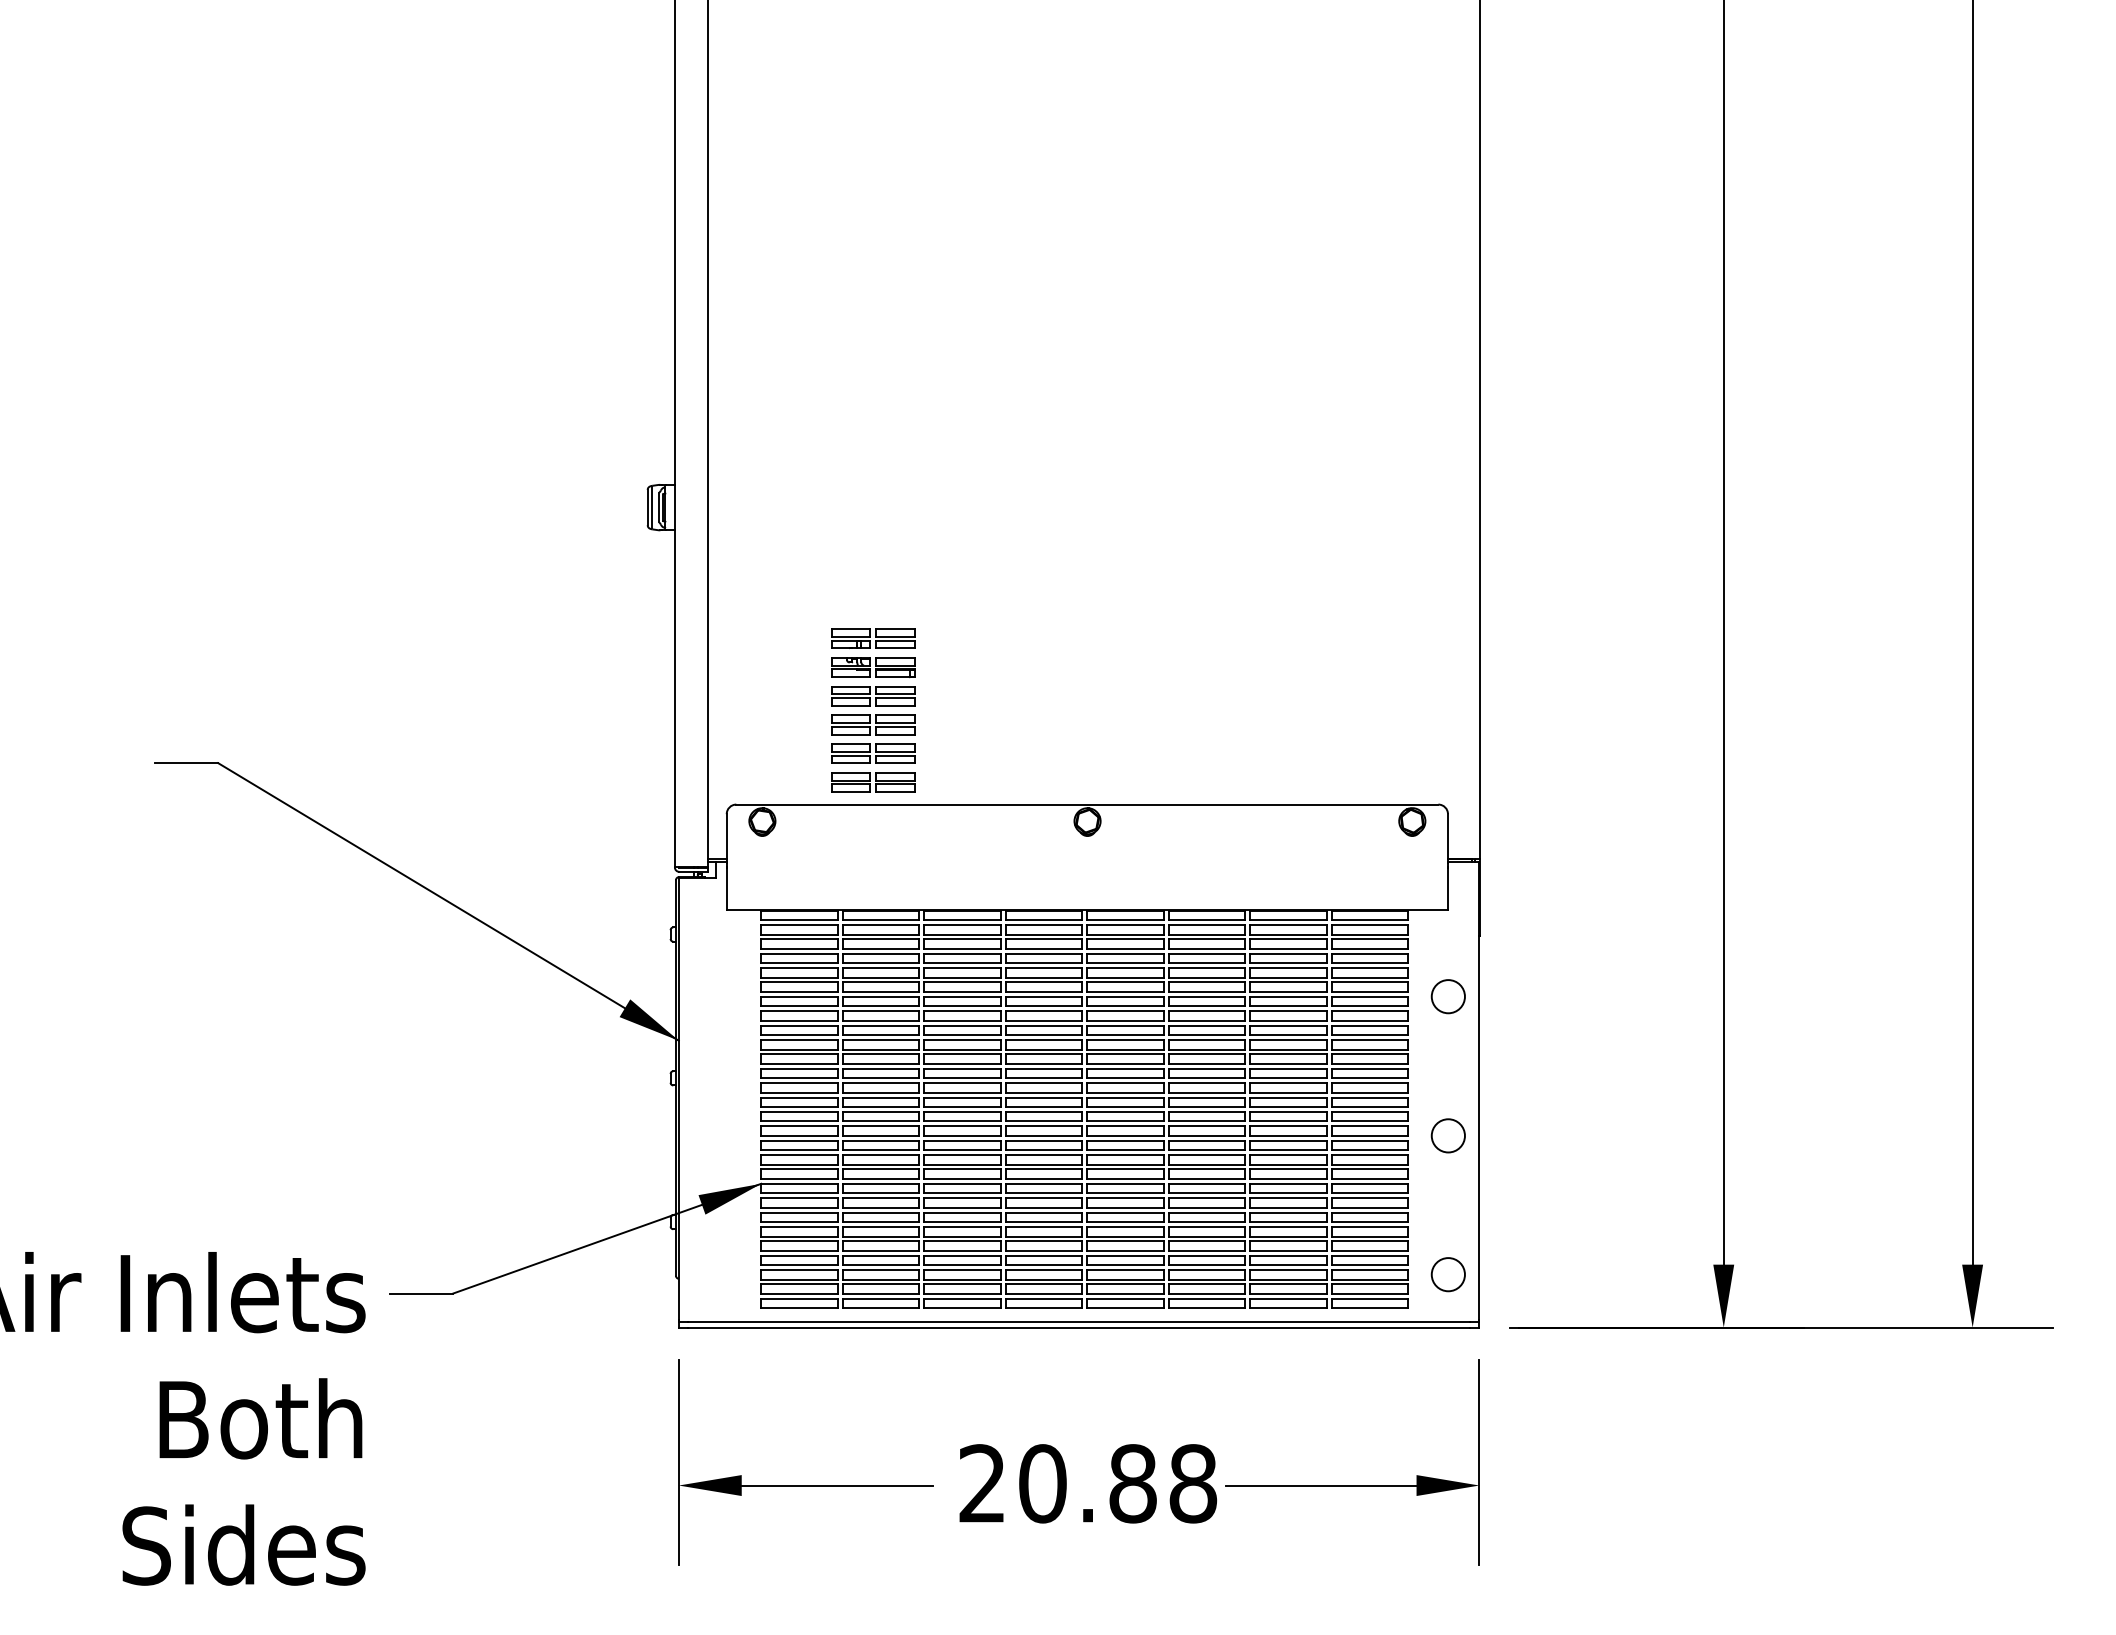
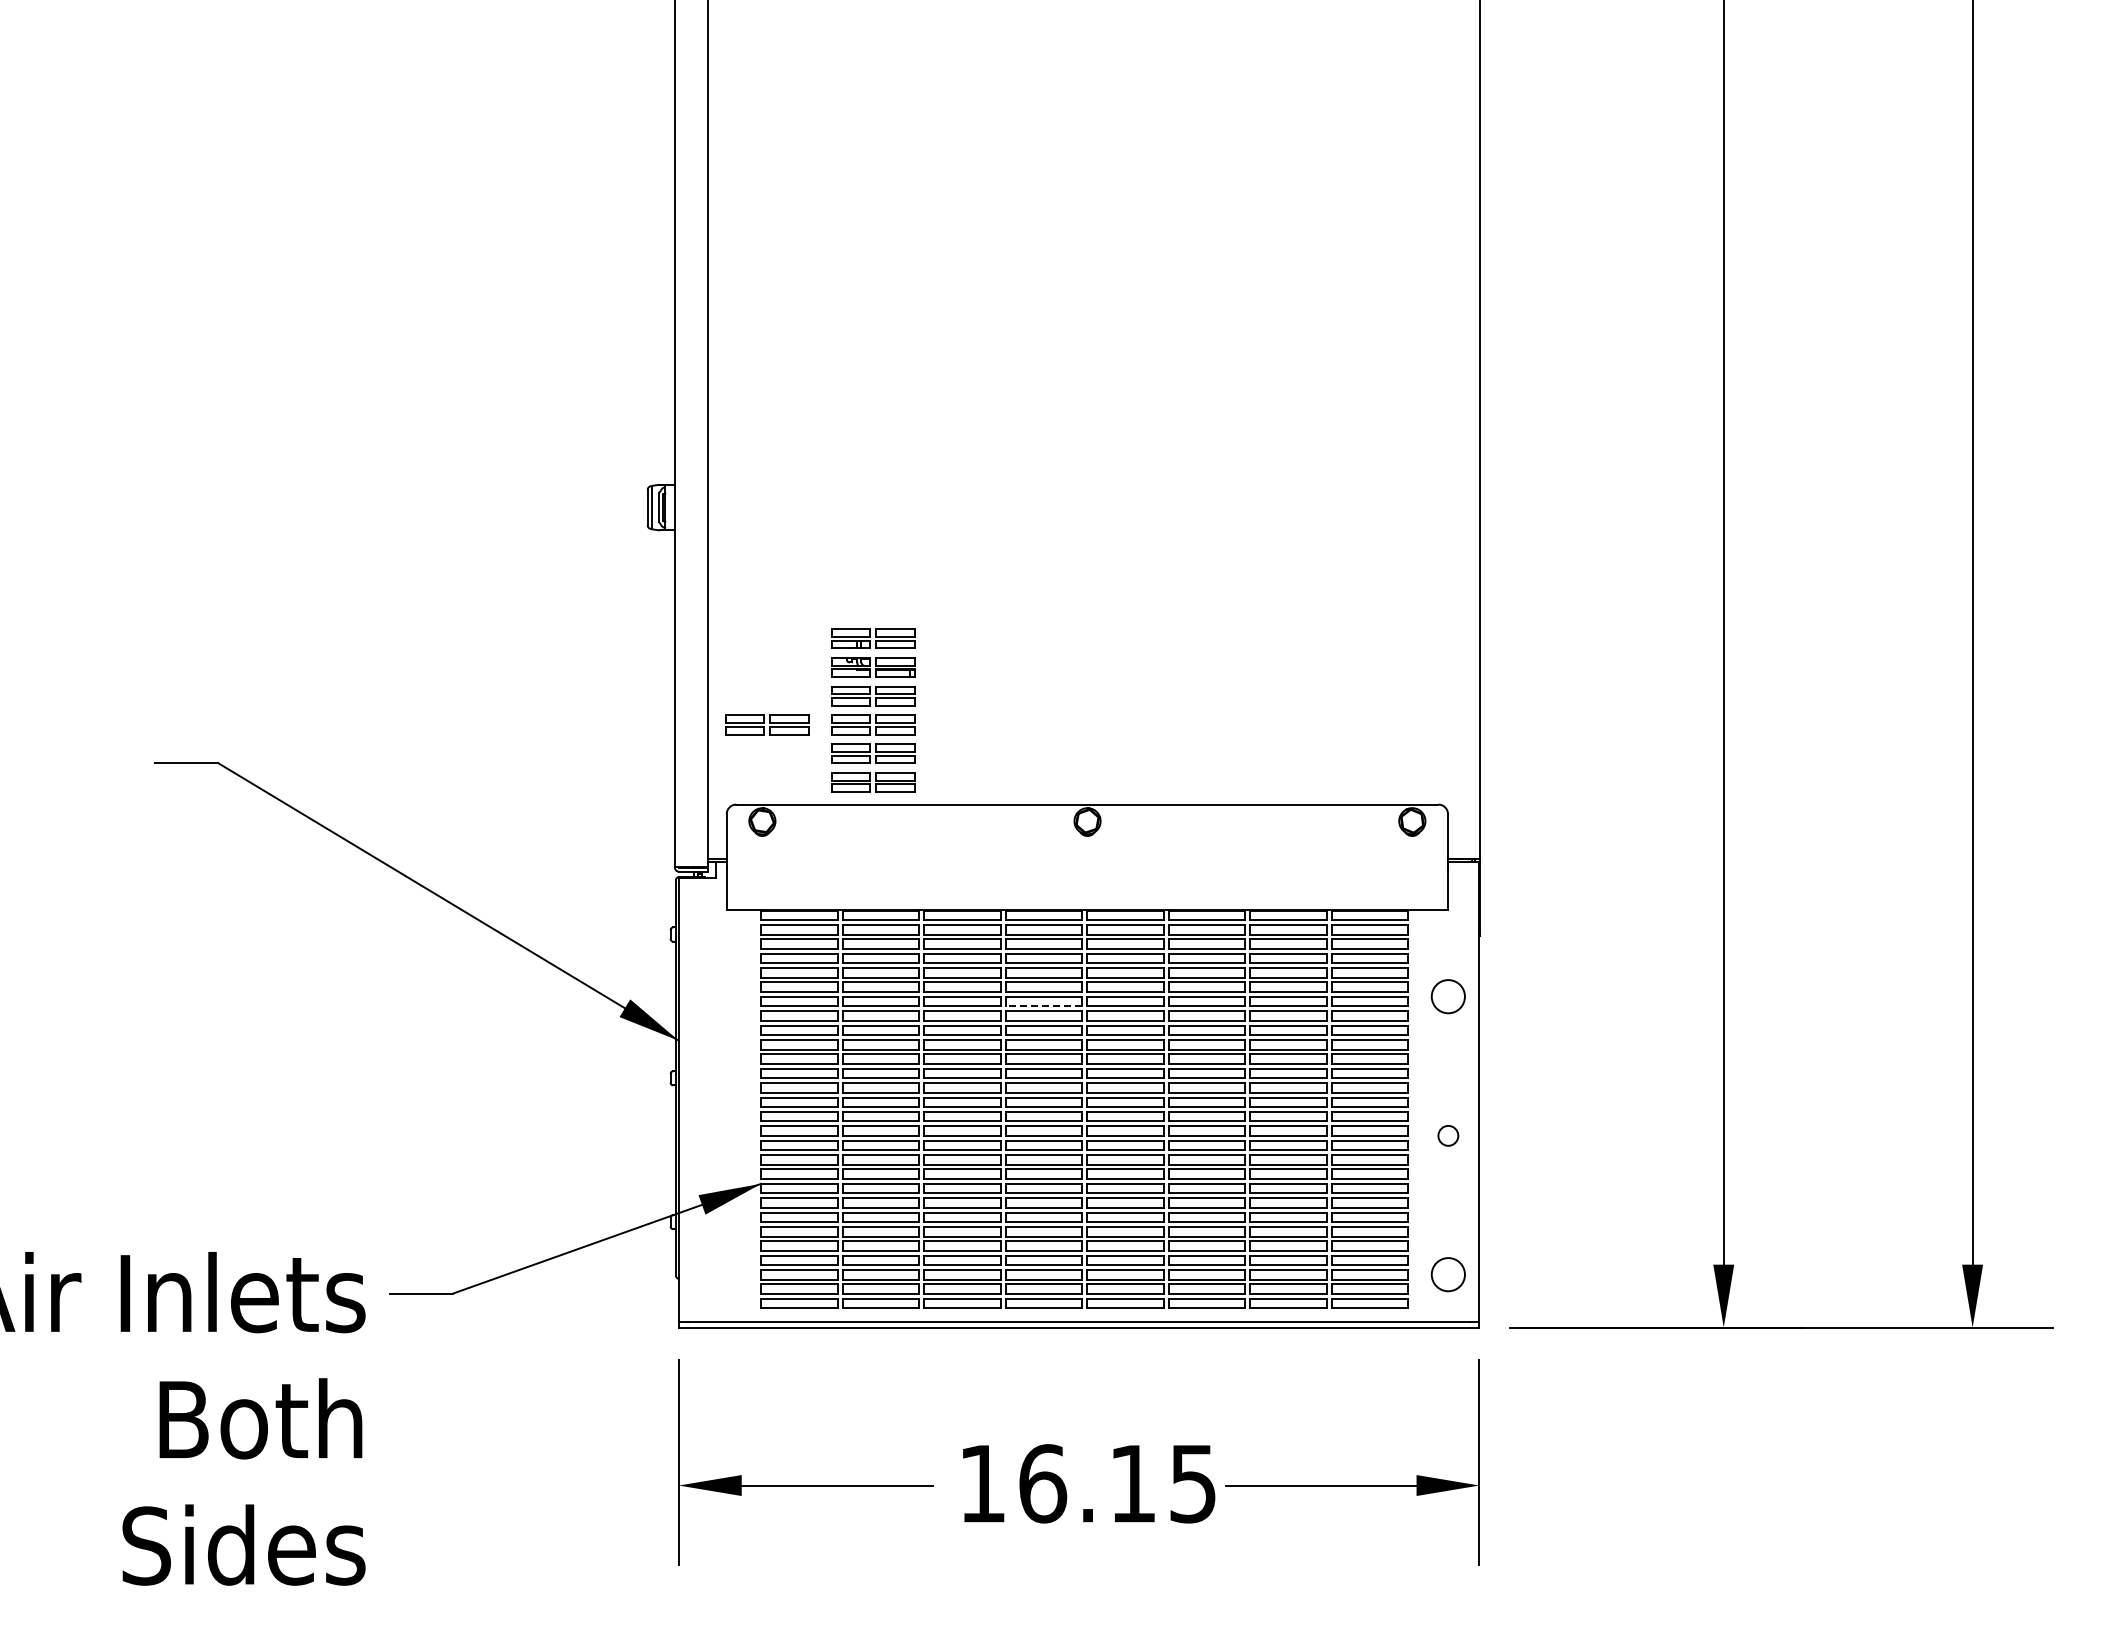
part at (767, 724): none -> present
line at (1043, 1006): solid -> dashed
circle at (1447, 1135) diameter: 33 px -> 20 px
text at (1088, 1483): 20.88 -> 16.15
